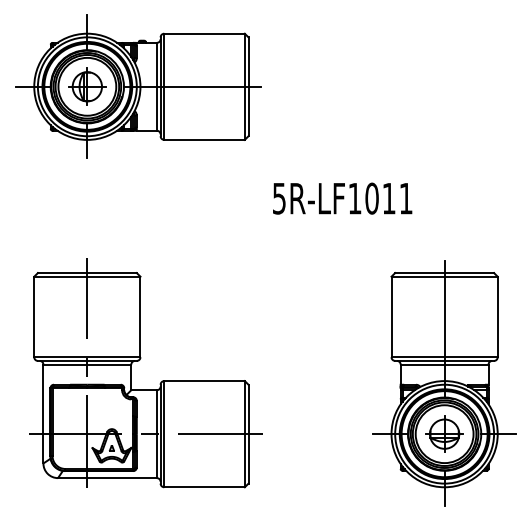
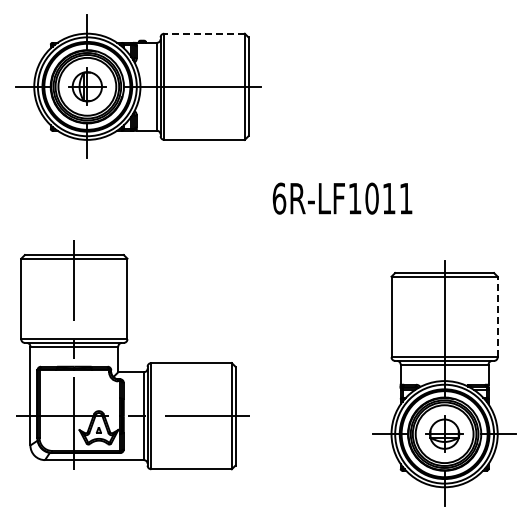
line at (204, 33): solid -> dashed
text at (279, 198): 5R-LF1011 -> 6R-LF1011
line at (497, 316): solid -> dashed
part at (138, 361) position: (138, 361) -> (125, 343)
